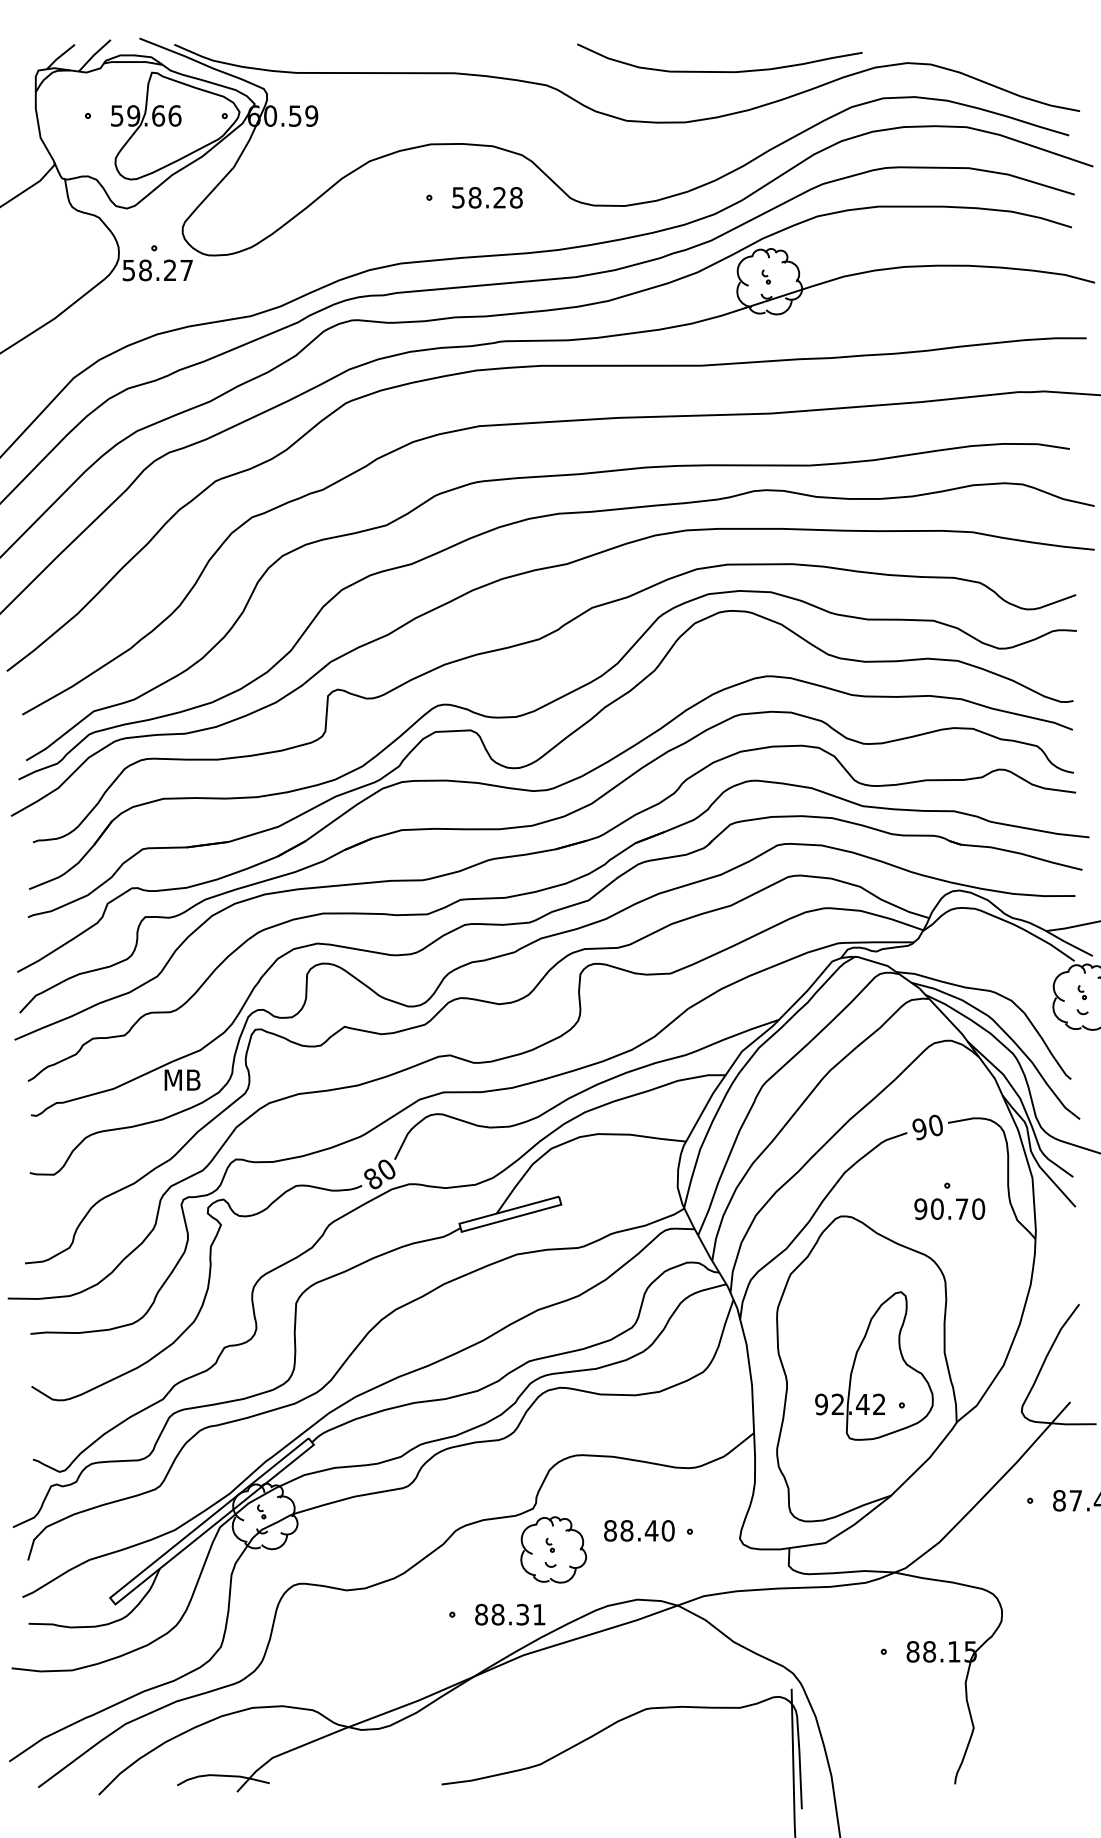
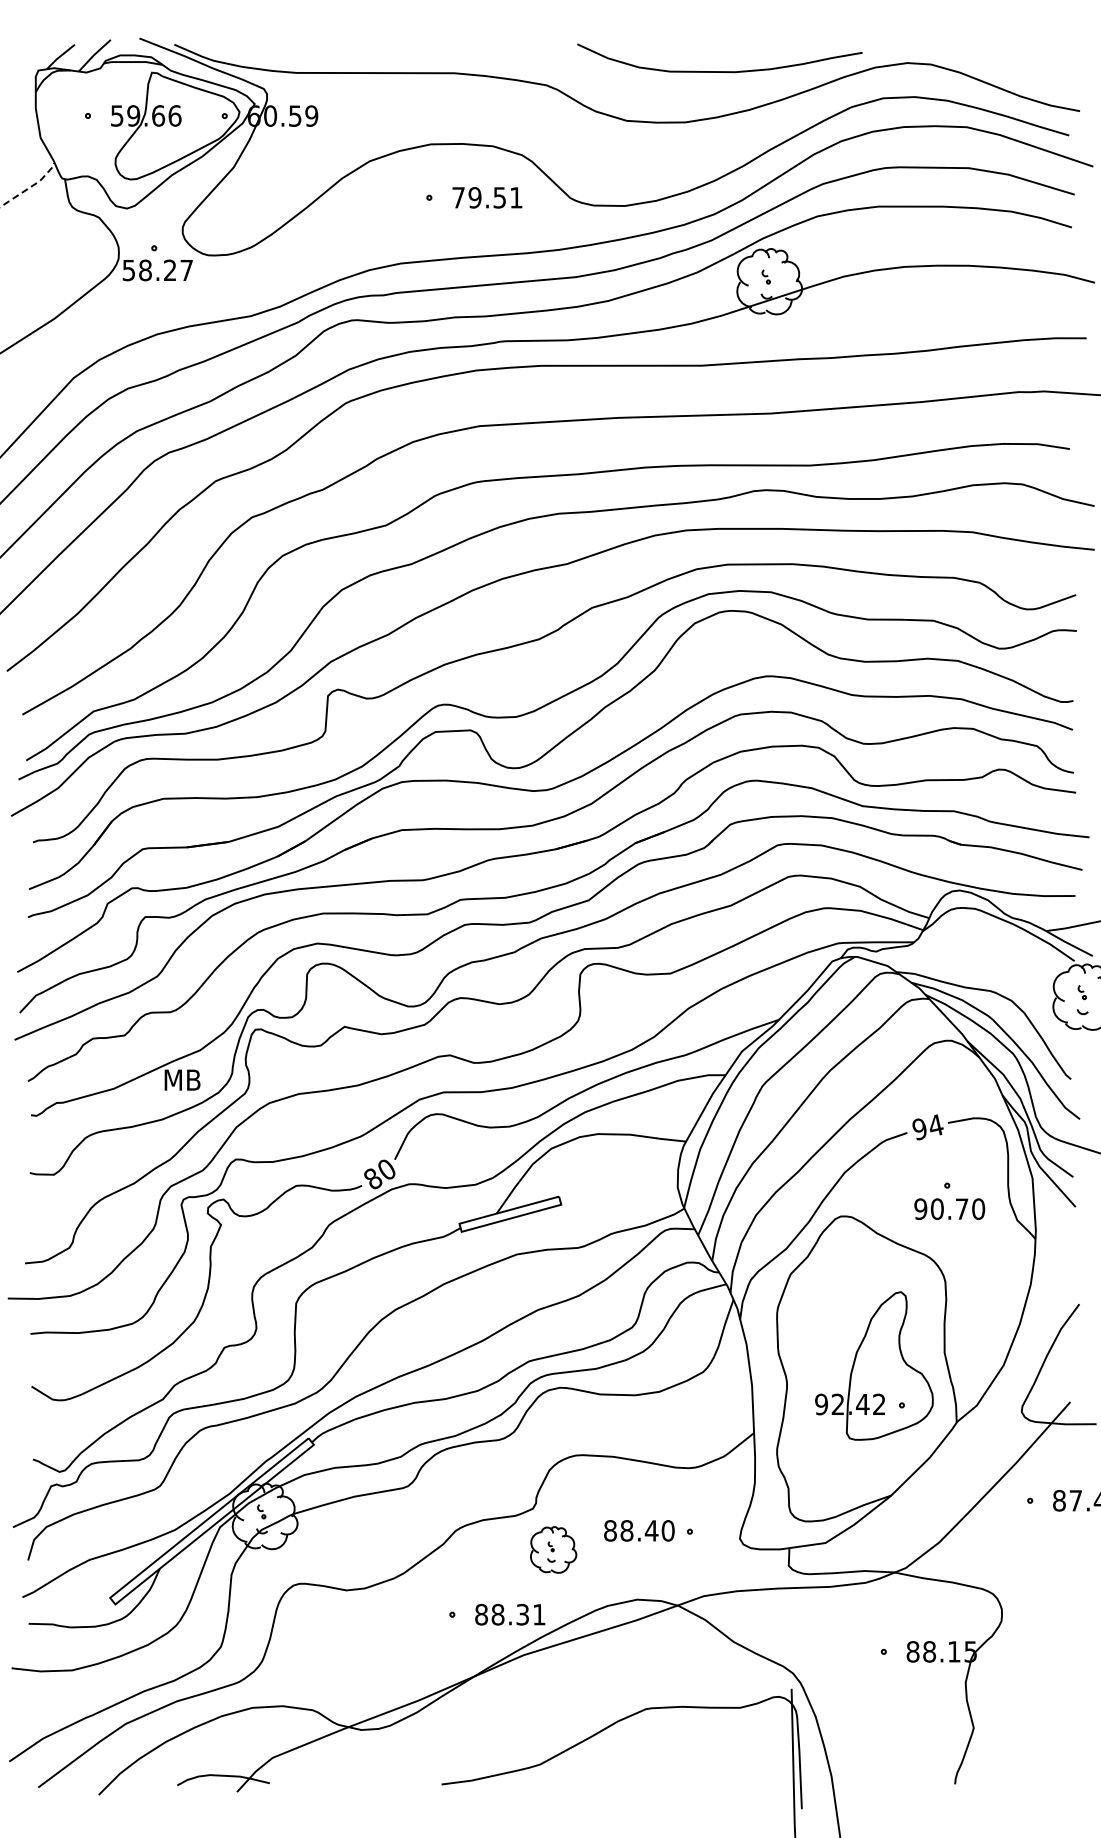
line at (31, 186): solid -> dashed
text at (487, 197): 58.28 -> 79.51
text at (936, 1125): 90 -> 94
part at (553, 1549) size: 67x68 px -> 48x48 px
